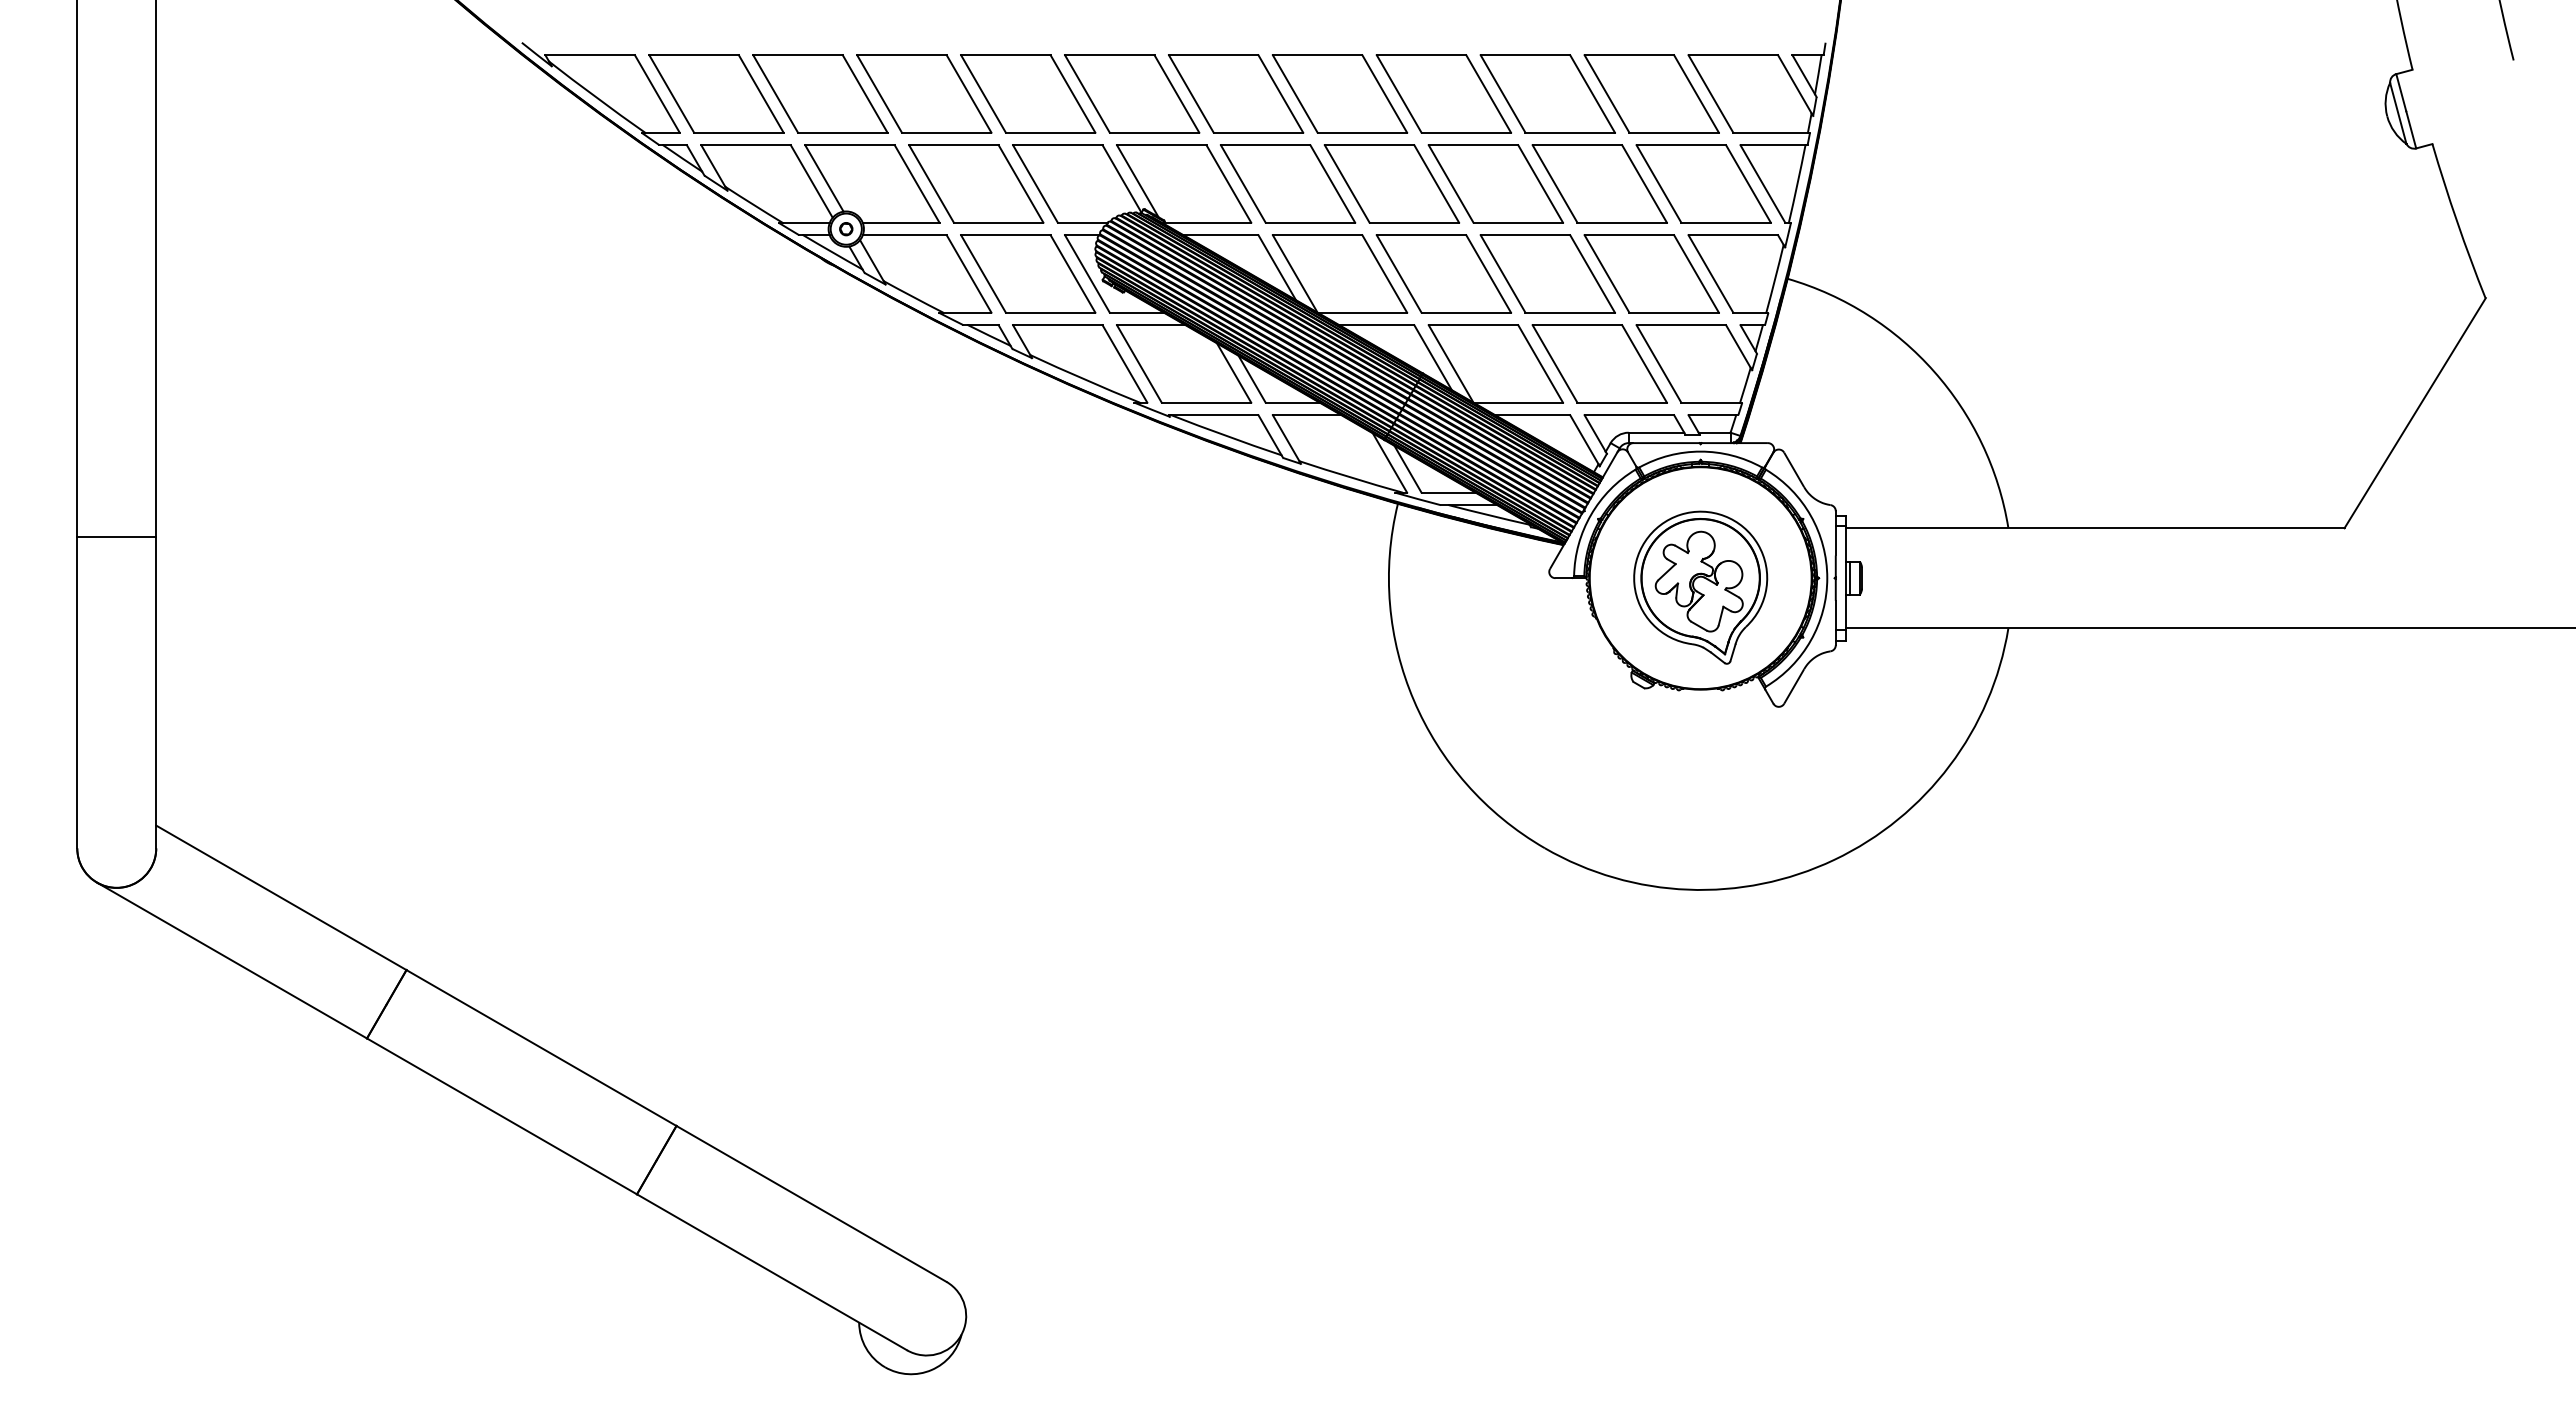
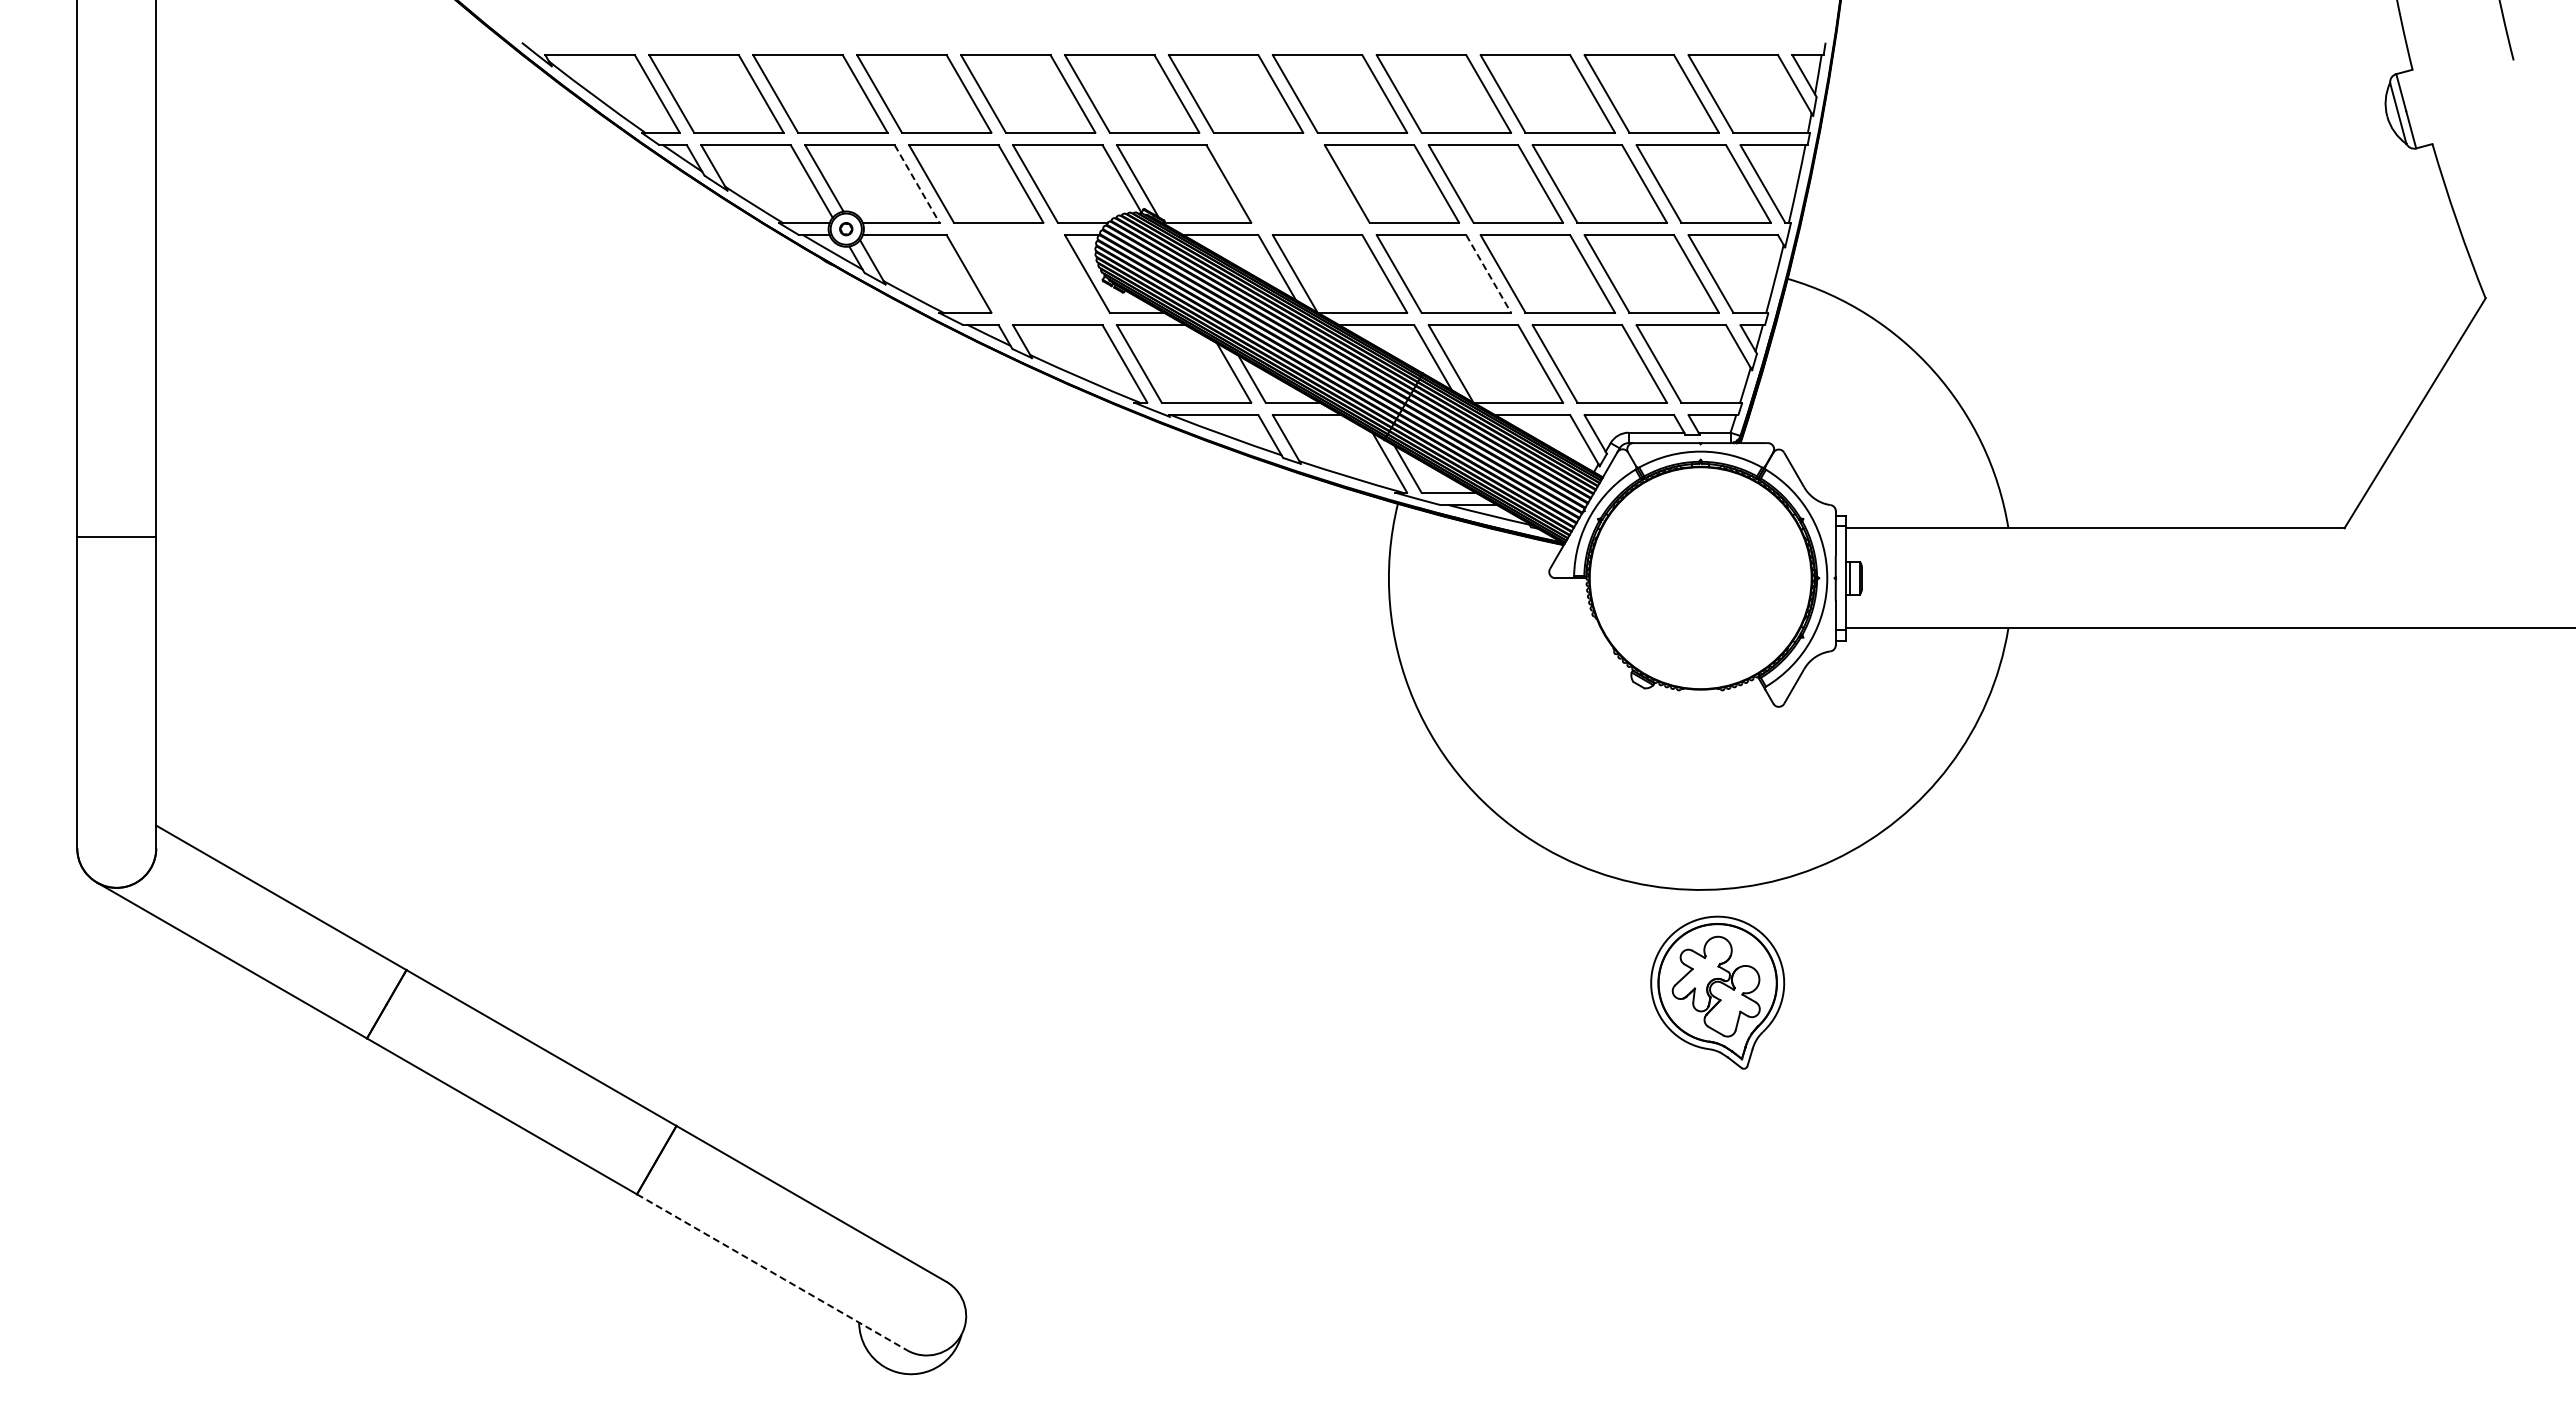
line at (917, 183): solid -> dashed
part at (1288, 183): present -> none
part at (1028, 273): present -> none
line at (1488, 273): solid -> dashed
part at (1700, 587) position: (1700, 587) -> (1717, 992)
line at (771, 1272): solid -> dashed
